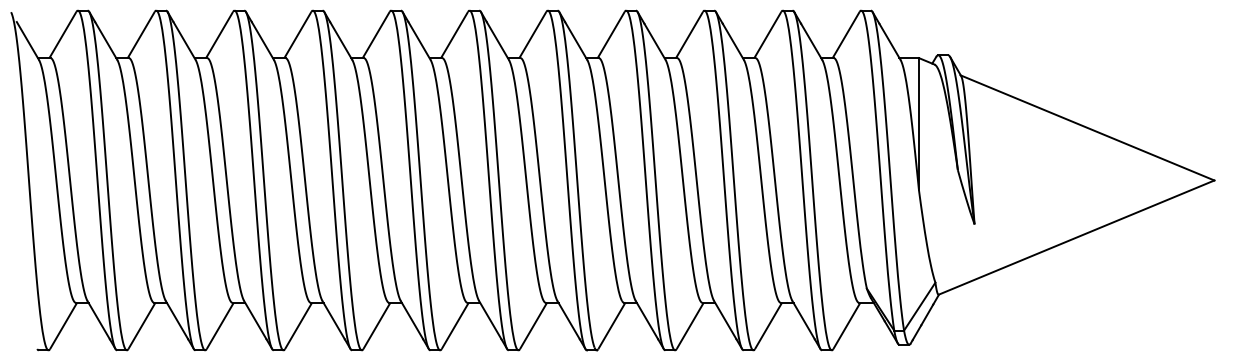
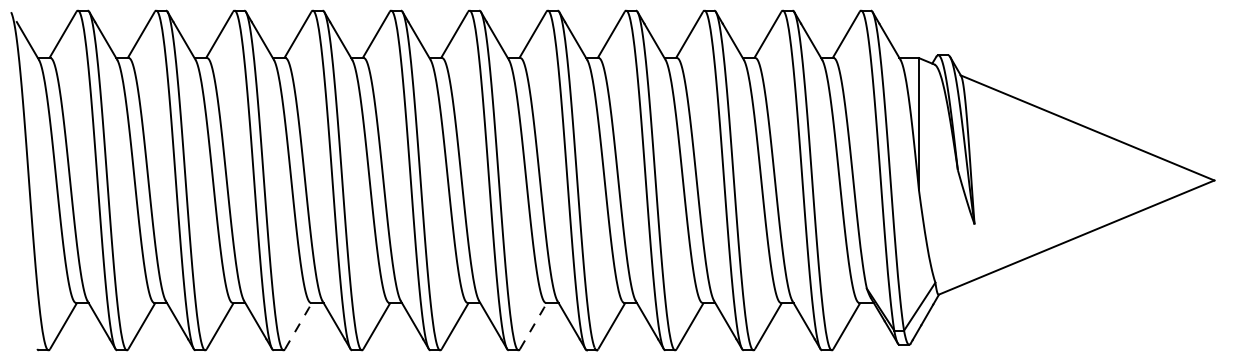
line at (299, 325): solid -> dashed
line at (534, 325): solid -> dashed
